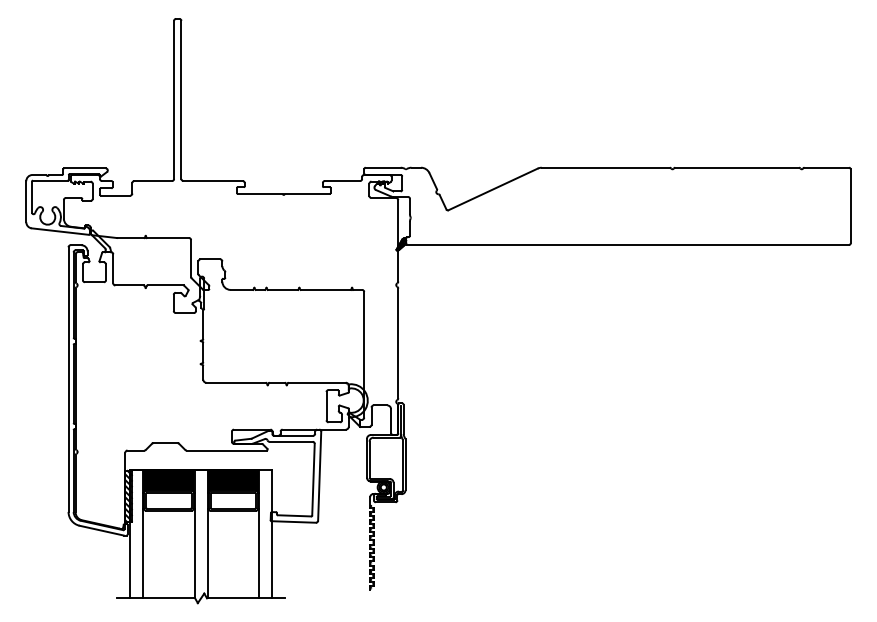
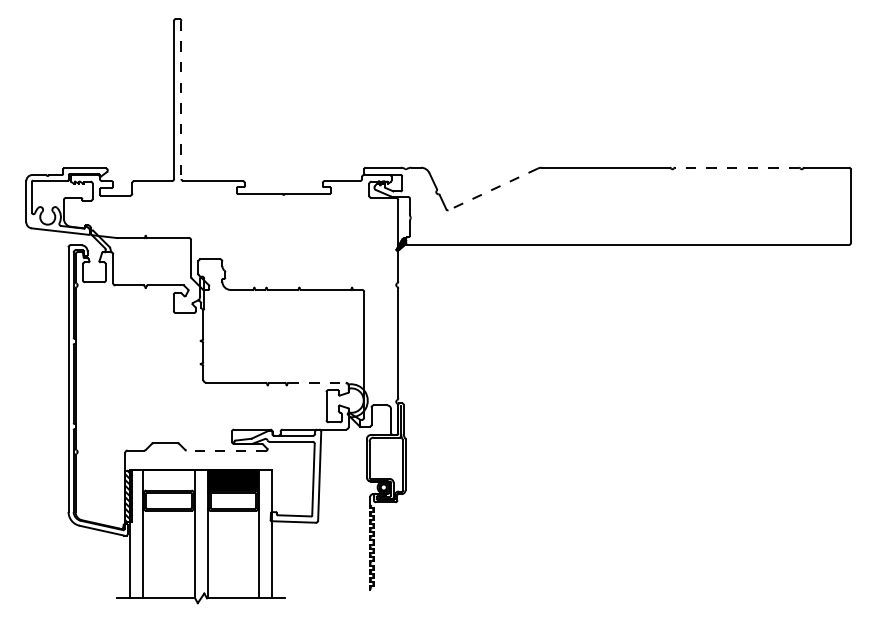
line at (181, 100): solid -> dashed
line at (737, 167): solid -> dashed
line at (492, 189): solid -> dashed
line at (317, 382): solid -> dashed
line at (226, 450): solid -> dashed
fill at (168, 480): present -> none
